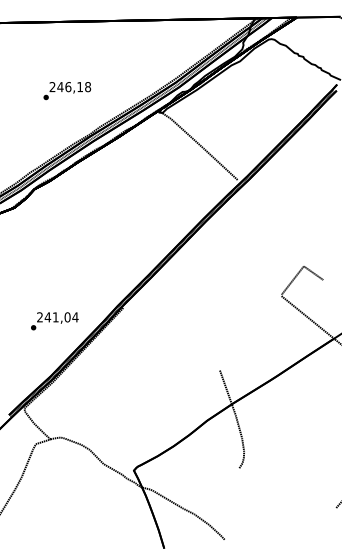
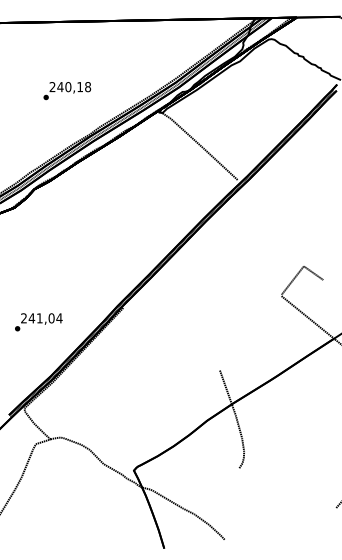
text at (68, 86): 246,18 -> 240,18
text at (54, 321) position: (54, 321) -> (38, 322)
